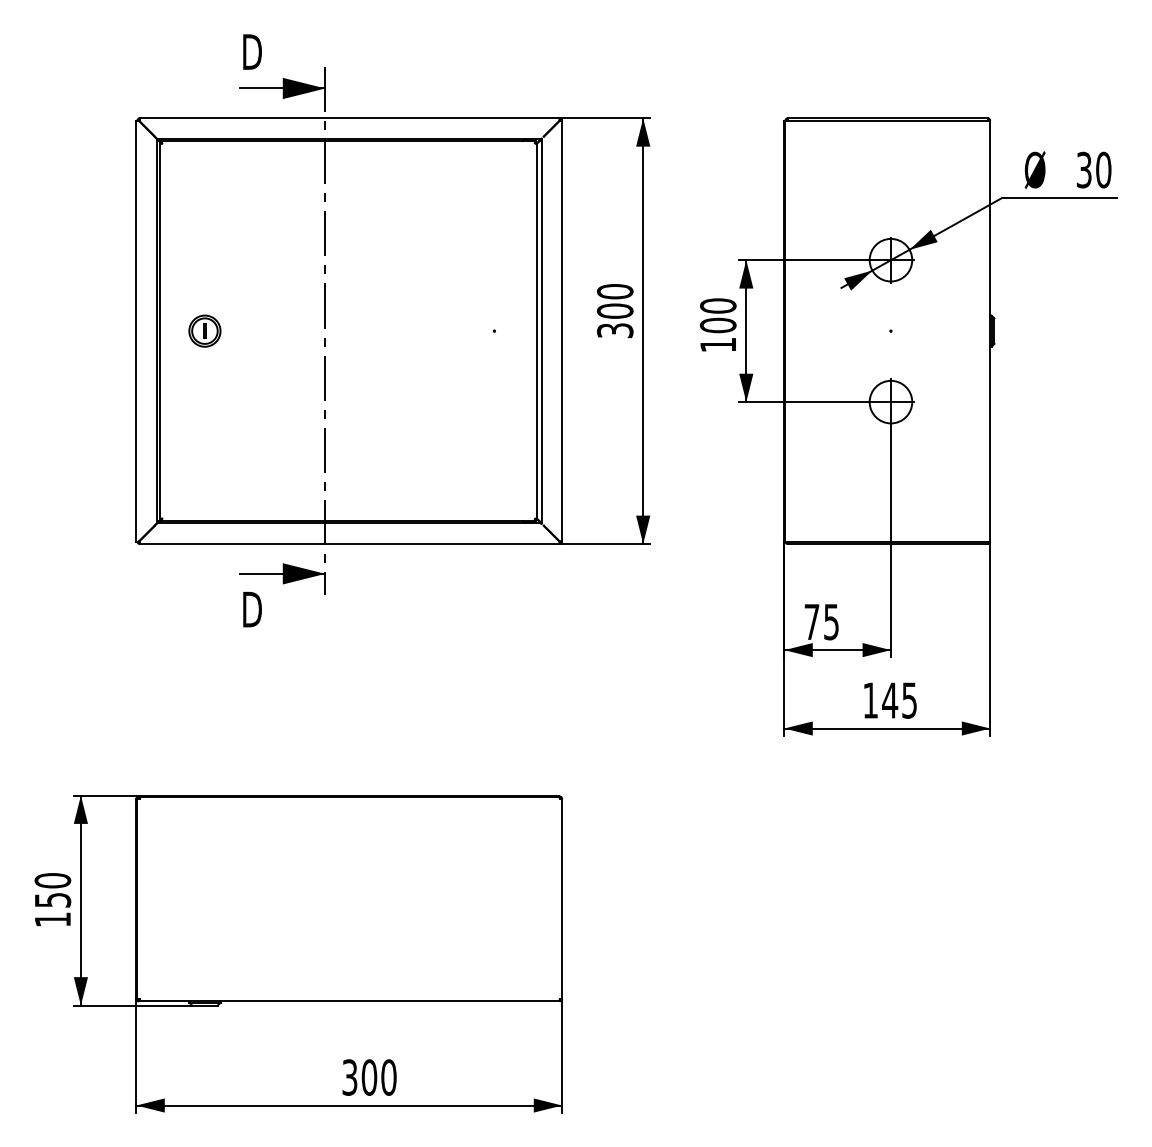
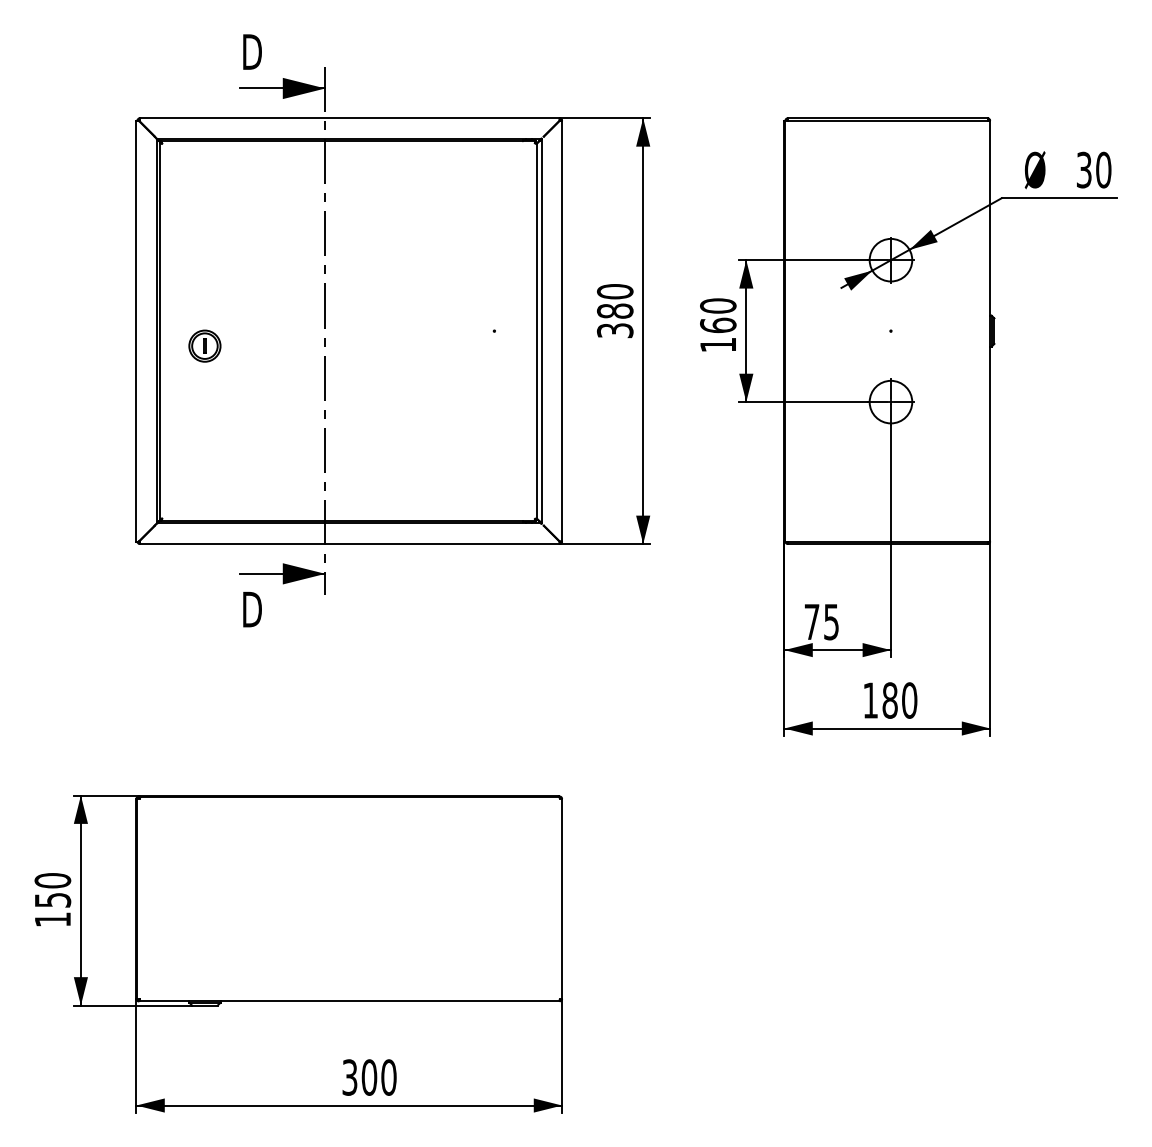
text at (615, 310): 300 -> 380
text at (718, 325): 100 -> 160
part at (204, 330) position: (204, 330) -> (204, 345)
text at (899, 700): 145 -> 180
